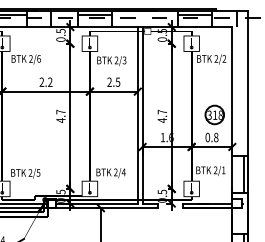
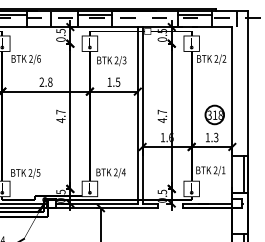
text at (50, 81): 2.2 -> 2.8
text at (109, 81): 2.5 -> 1.5
text at (211, 137): 0.8 -> 1.3
